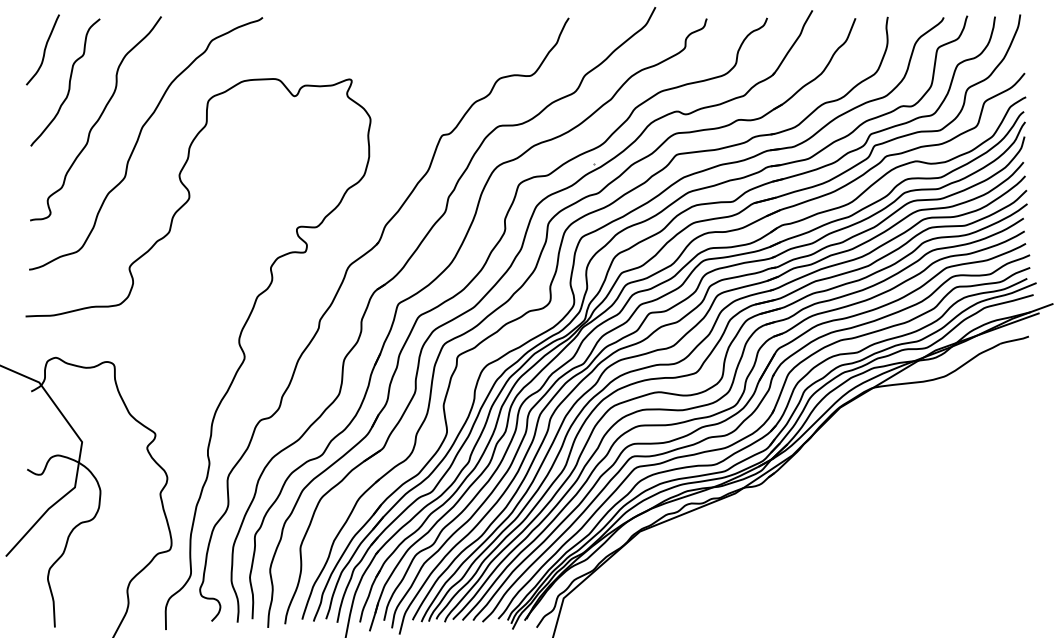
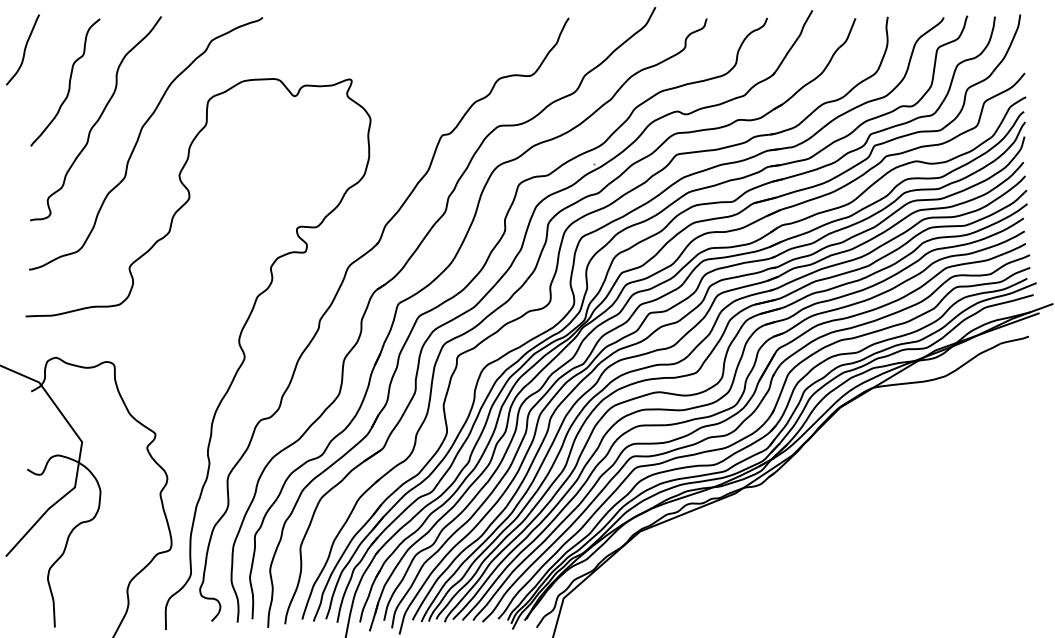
curve at (43, 50) position: (43, 50) -> (23, 50)
